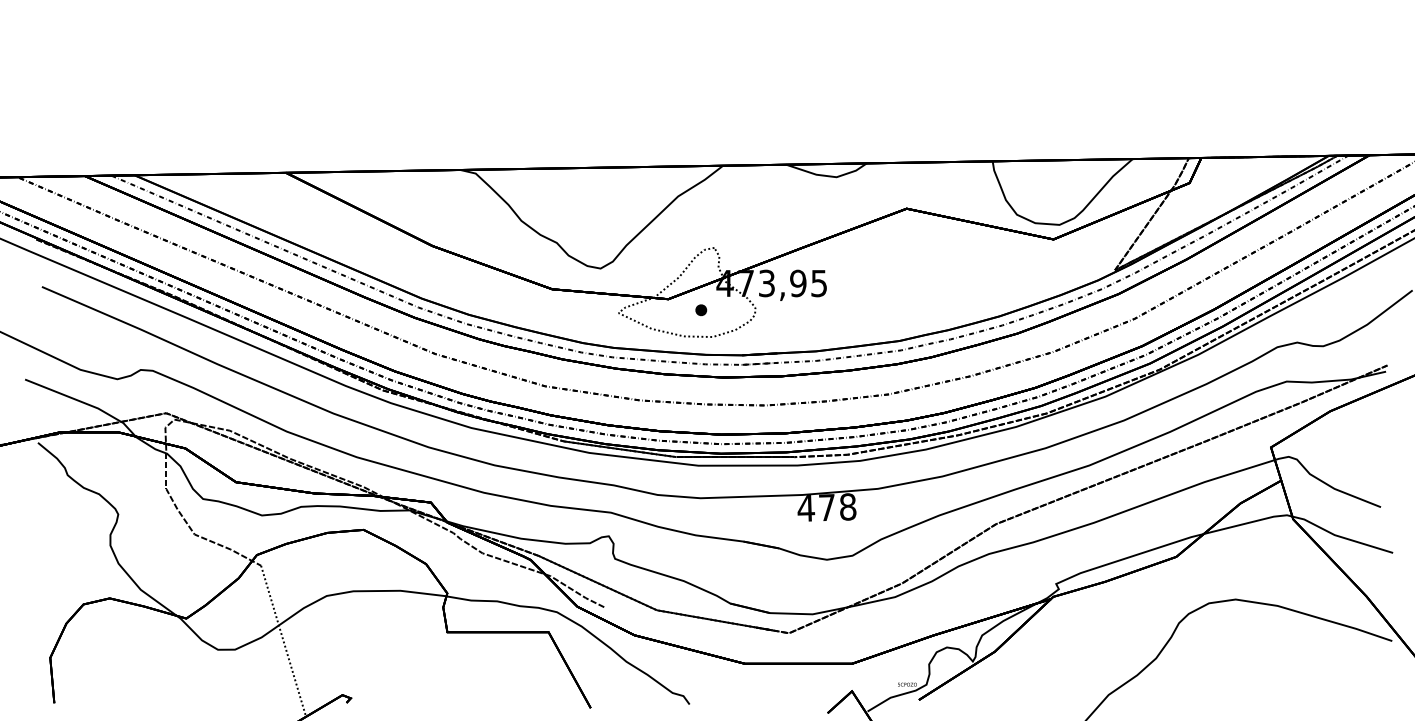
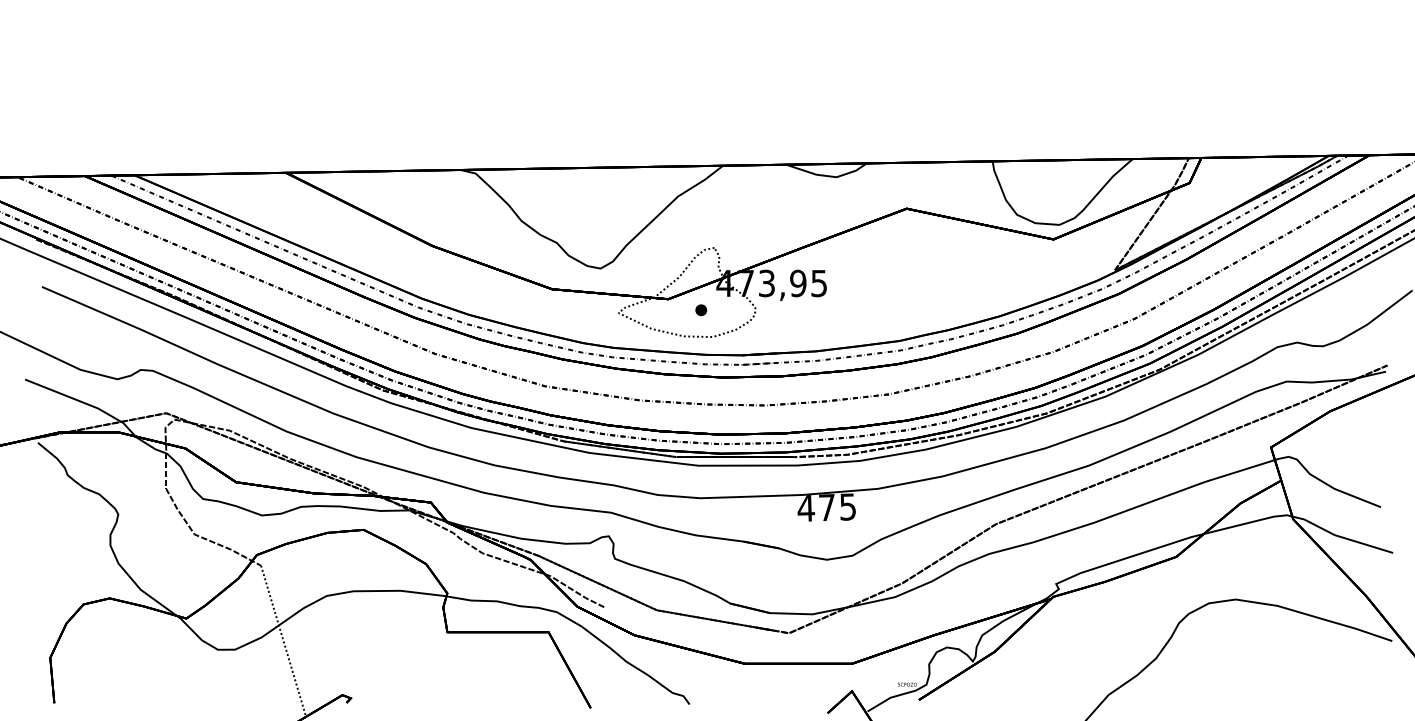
text at (848, 506): 478 -> 475
